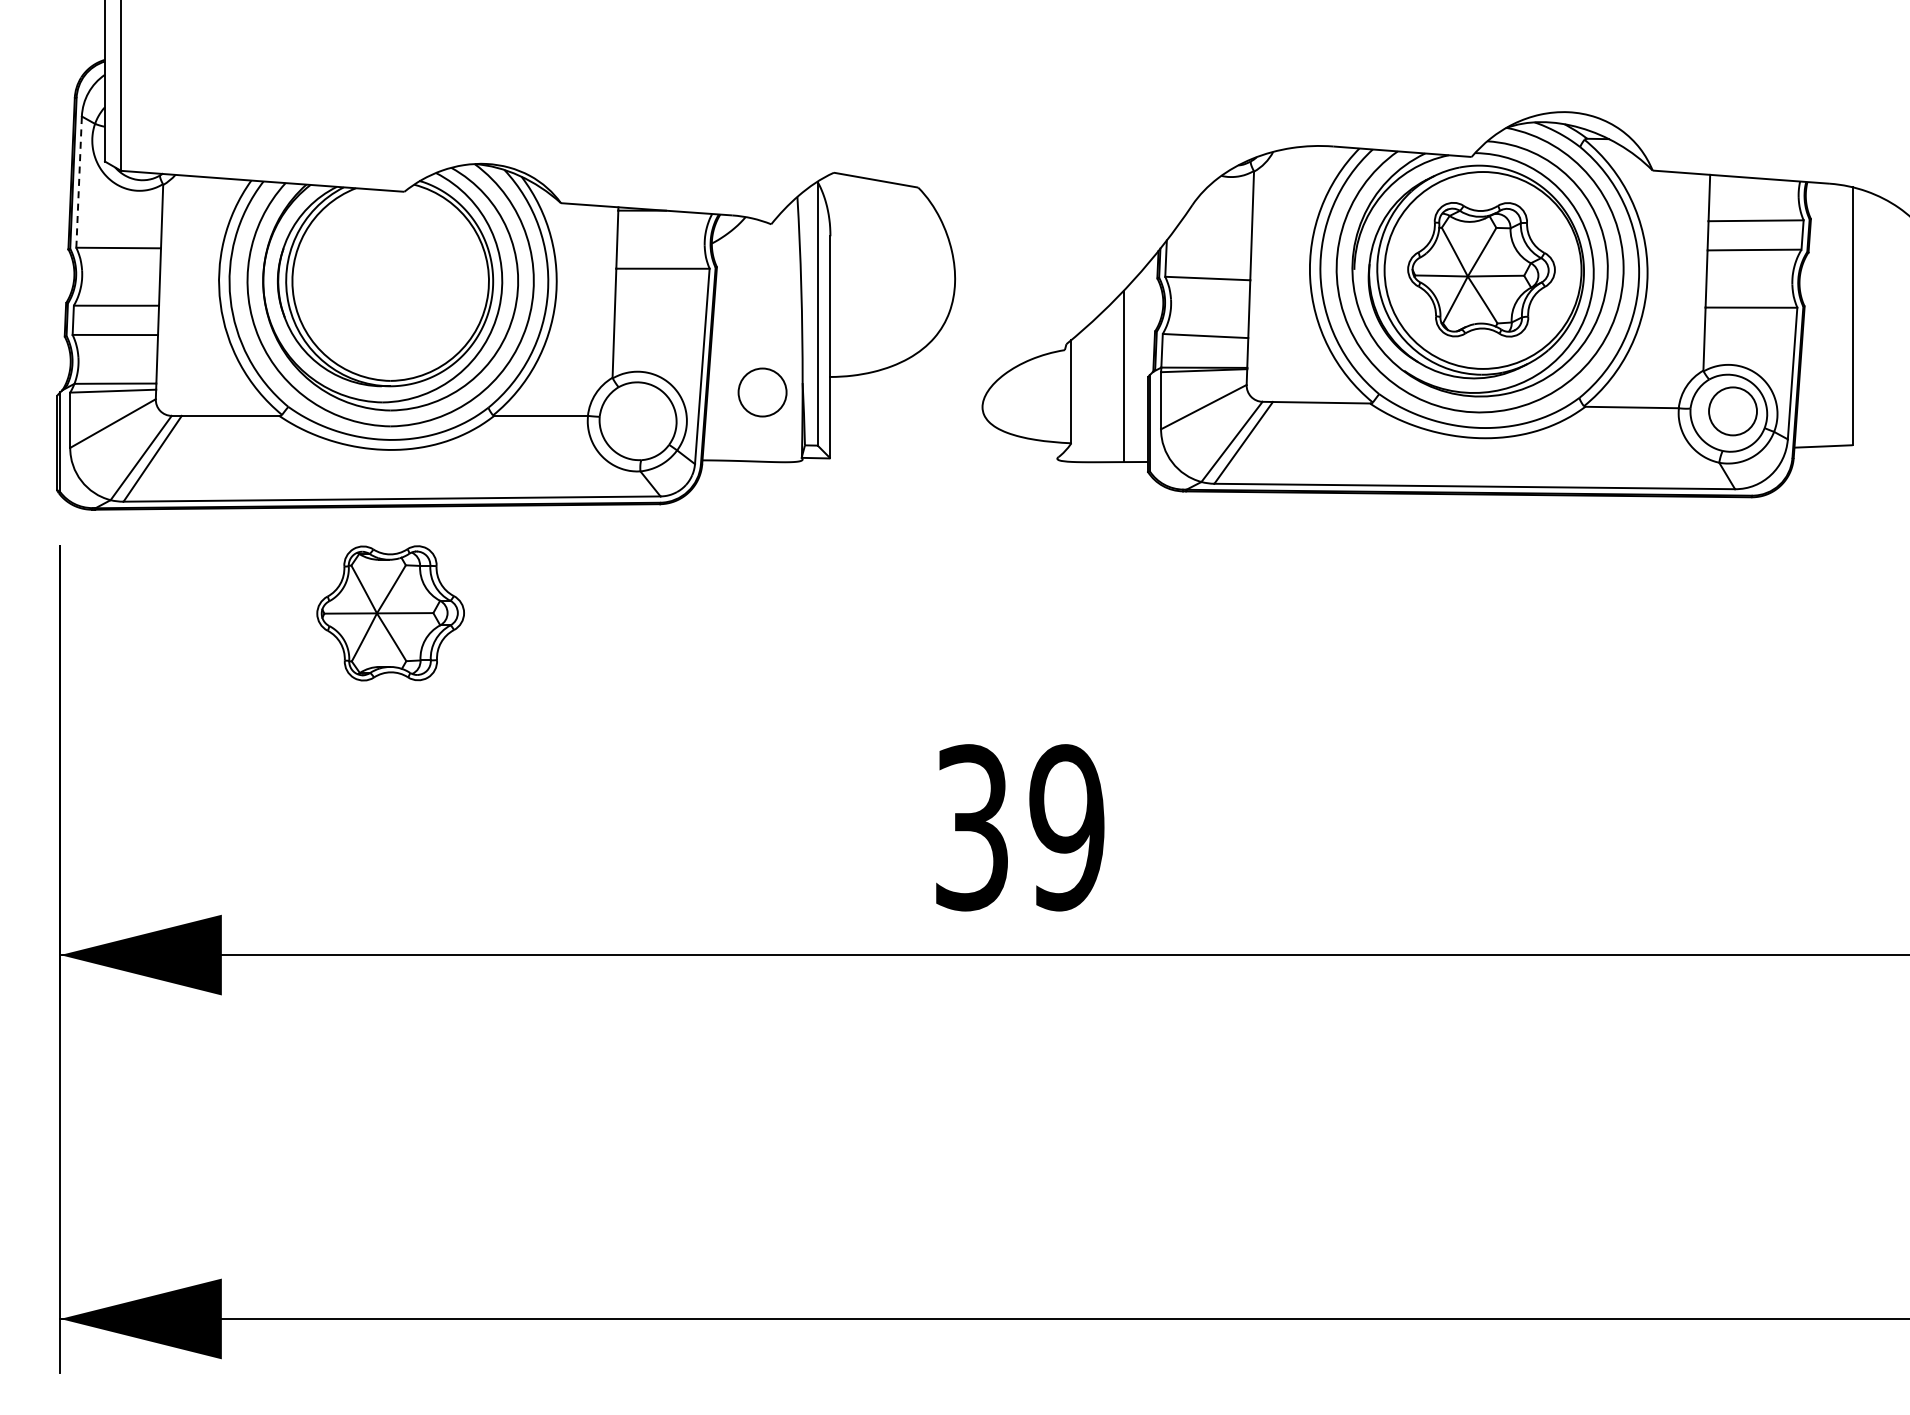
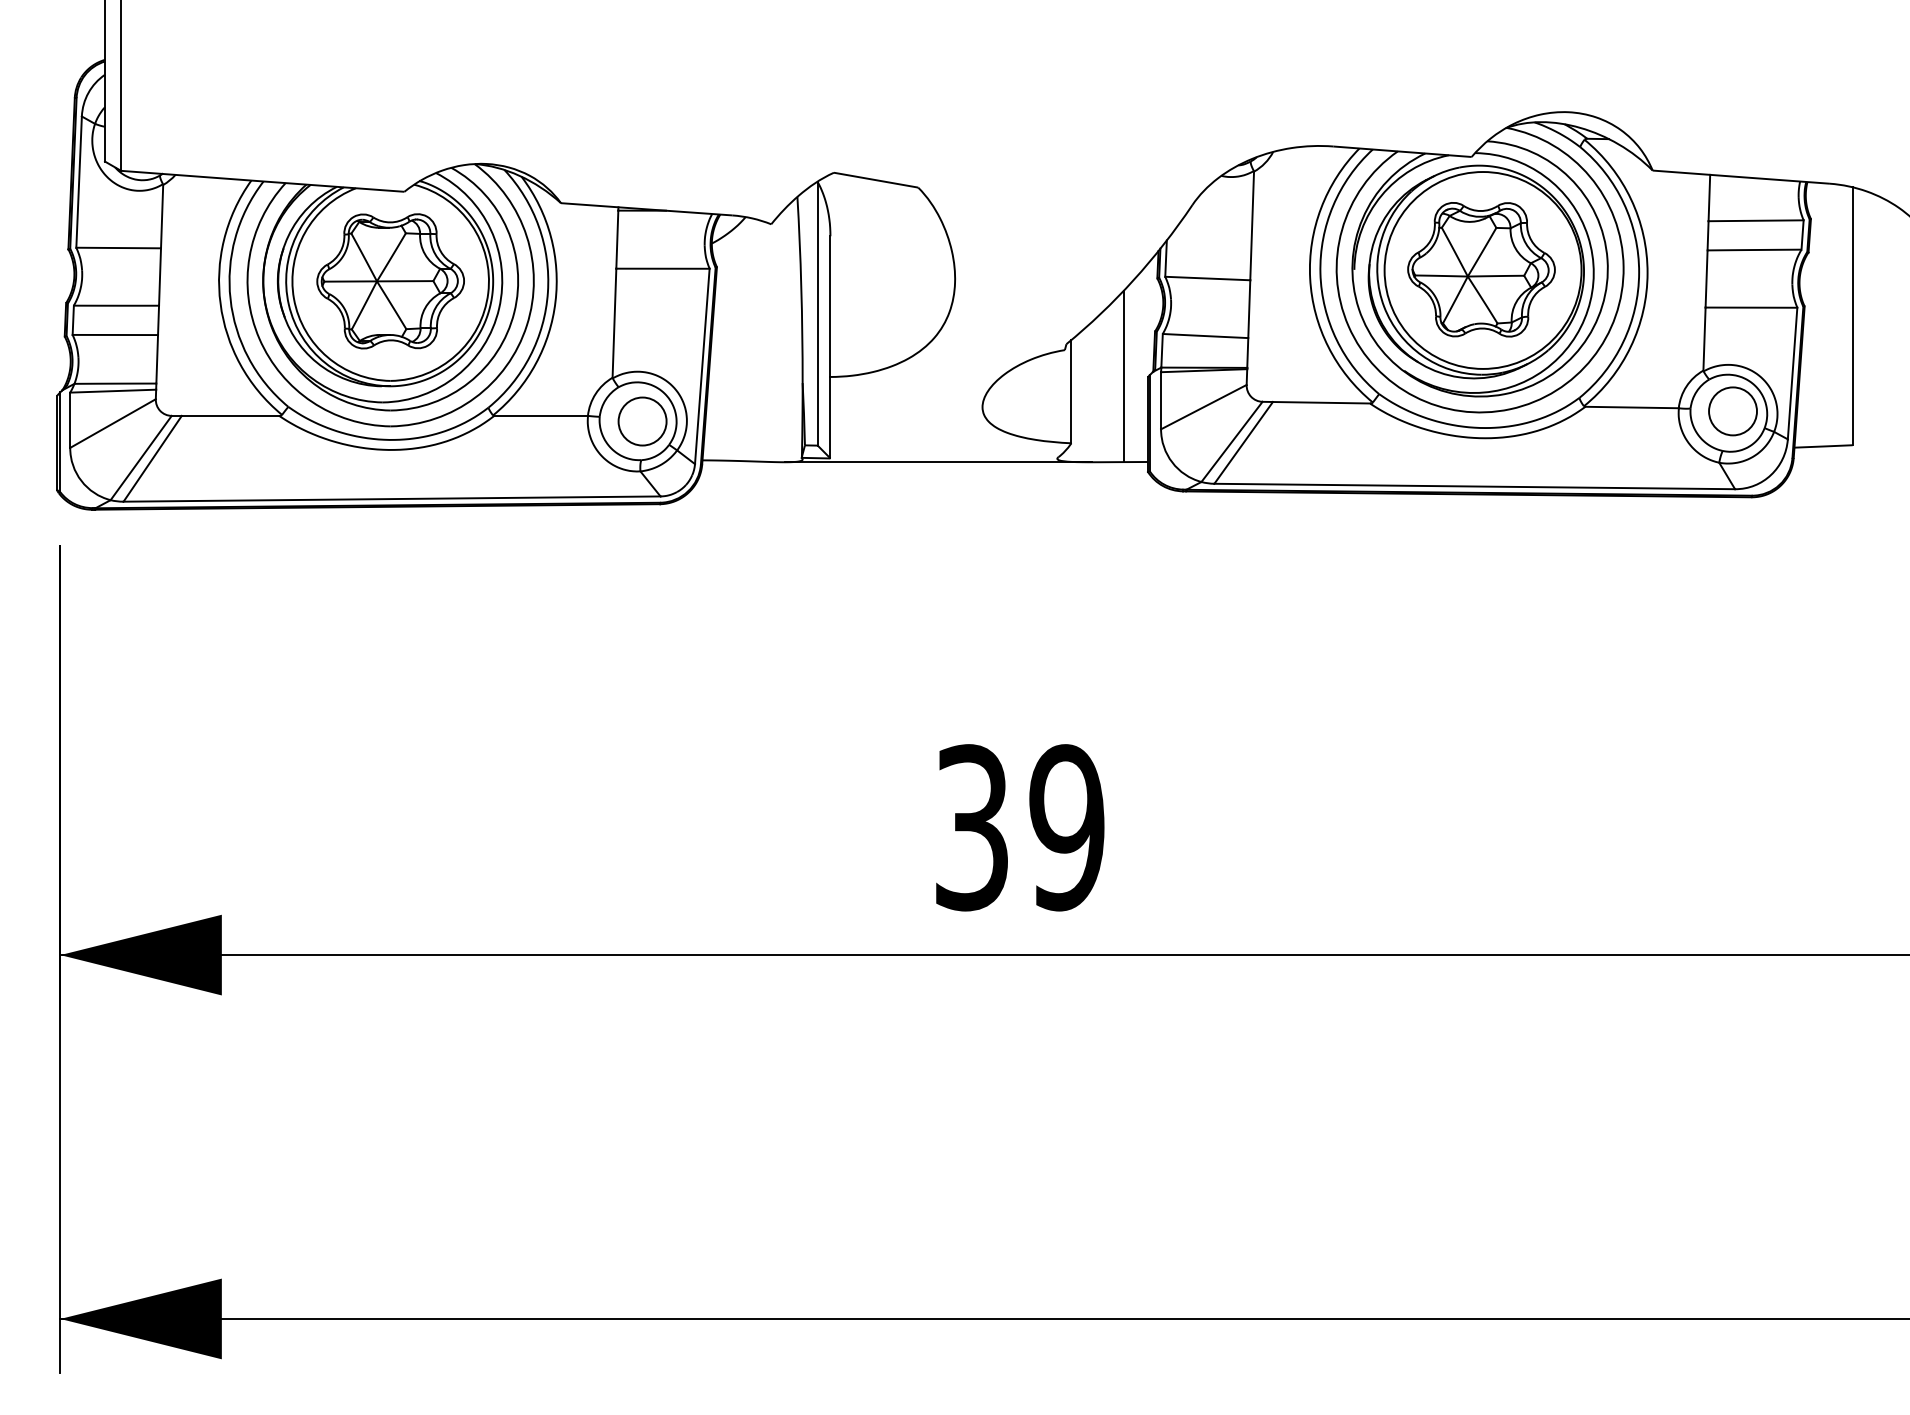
line at (79, 182): dashed -> solid
circle at (762, 392) position: (762, 392) -> (642, 421)
line at (937, 462): none -> present
part at (390, 613) position: (390, 613) -> (390, 281)
